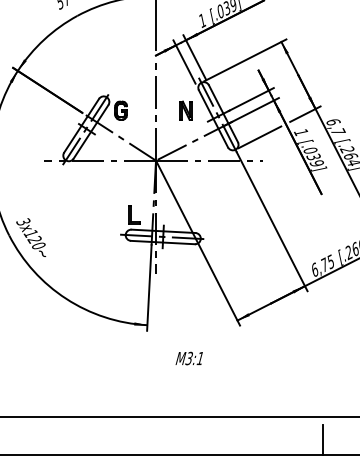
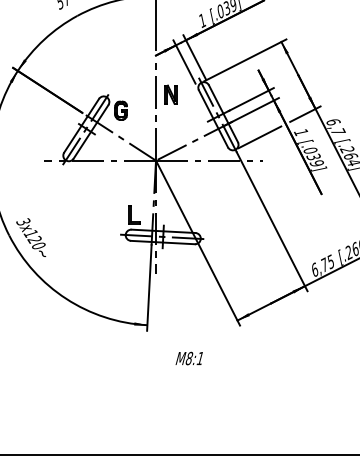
part at (185, 110) position: (185, 110) -> (170, 94)
text at (189, 358): M3:1 -> M8:1
line at (179, 417): present -> none
line at (323, 439): present -> none
